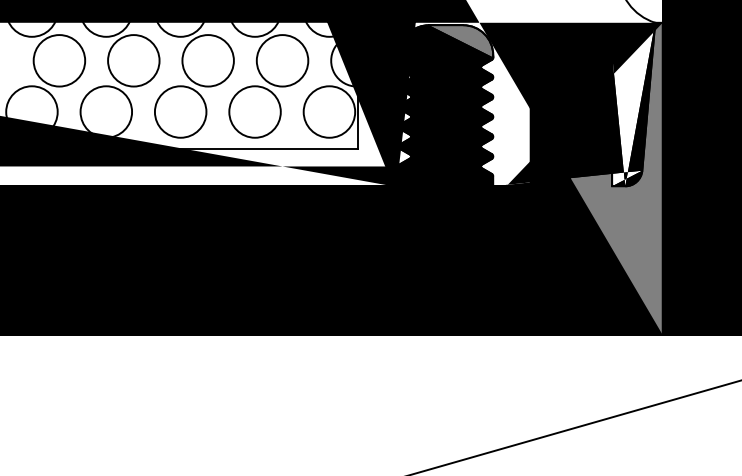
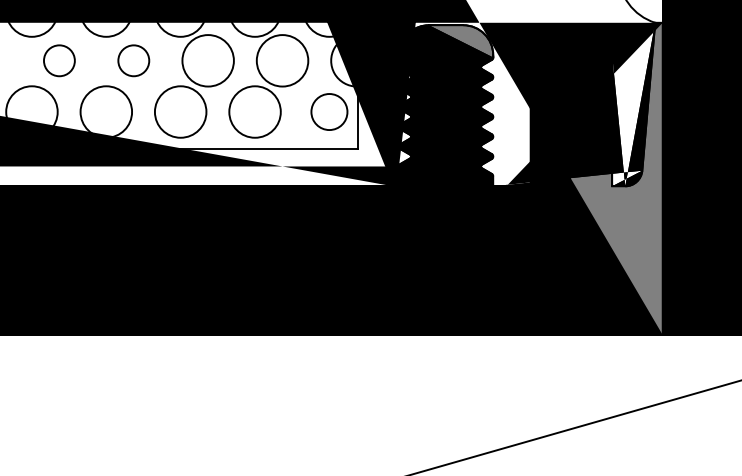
circle at (59, 60) diameter: 51 px -> 31 px
circle at (133, 60) diameter: 51 px -> 31 px
circle at (329, 111) diameter: 51 px -> 36 px
